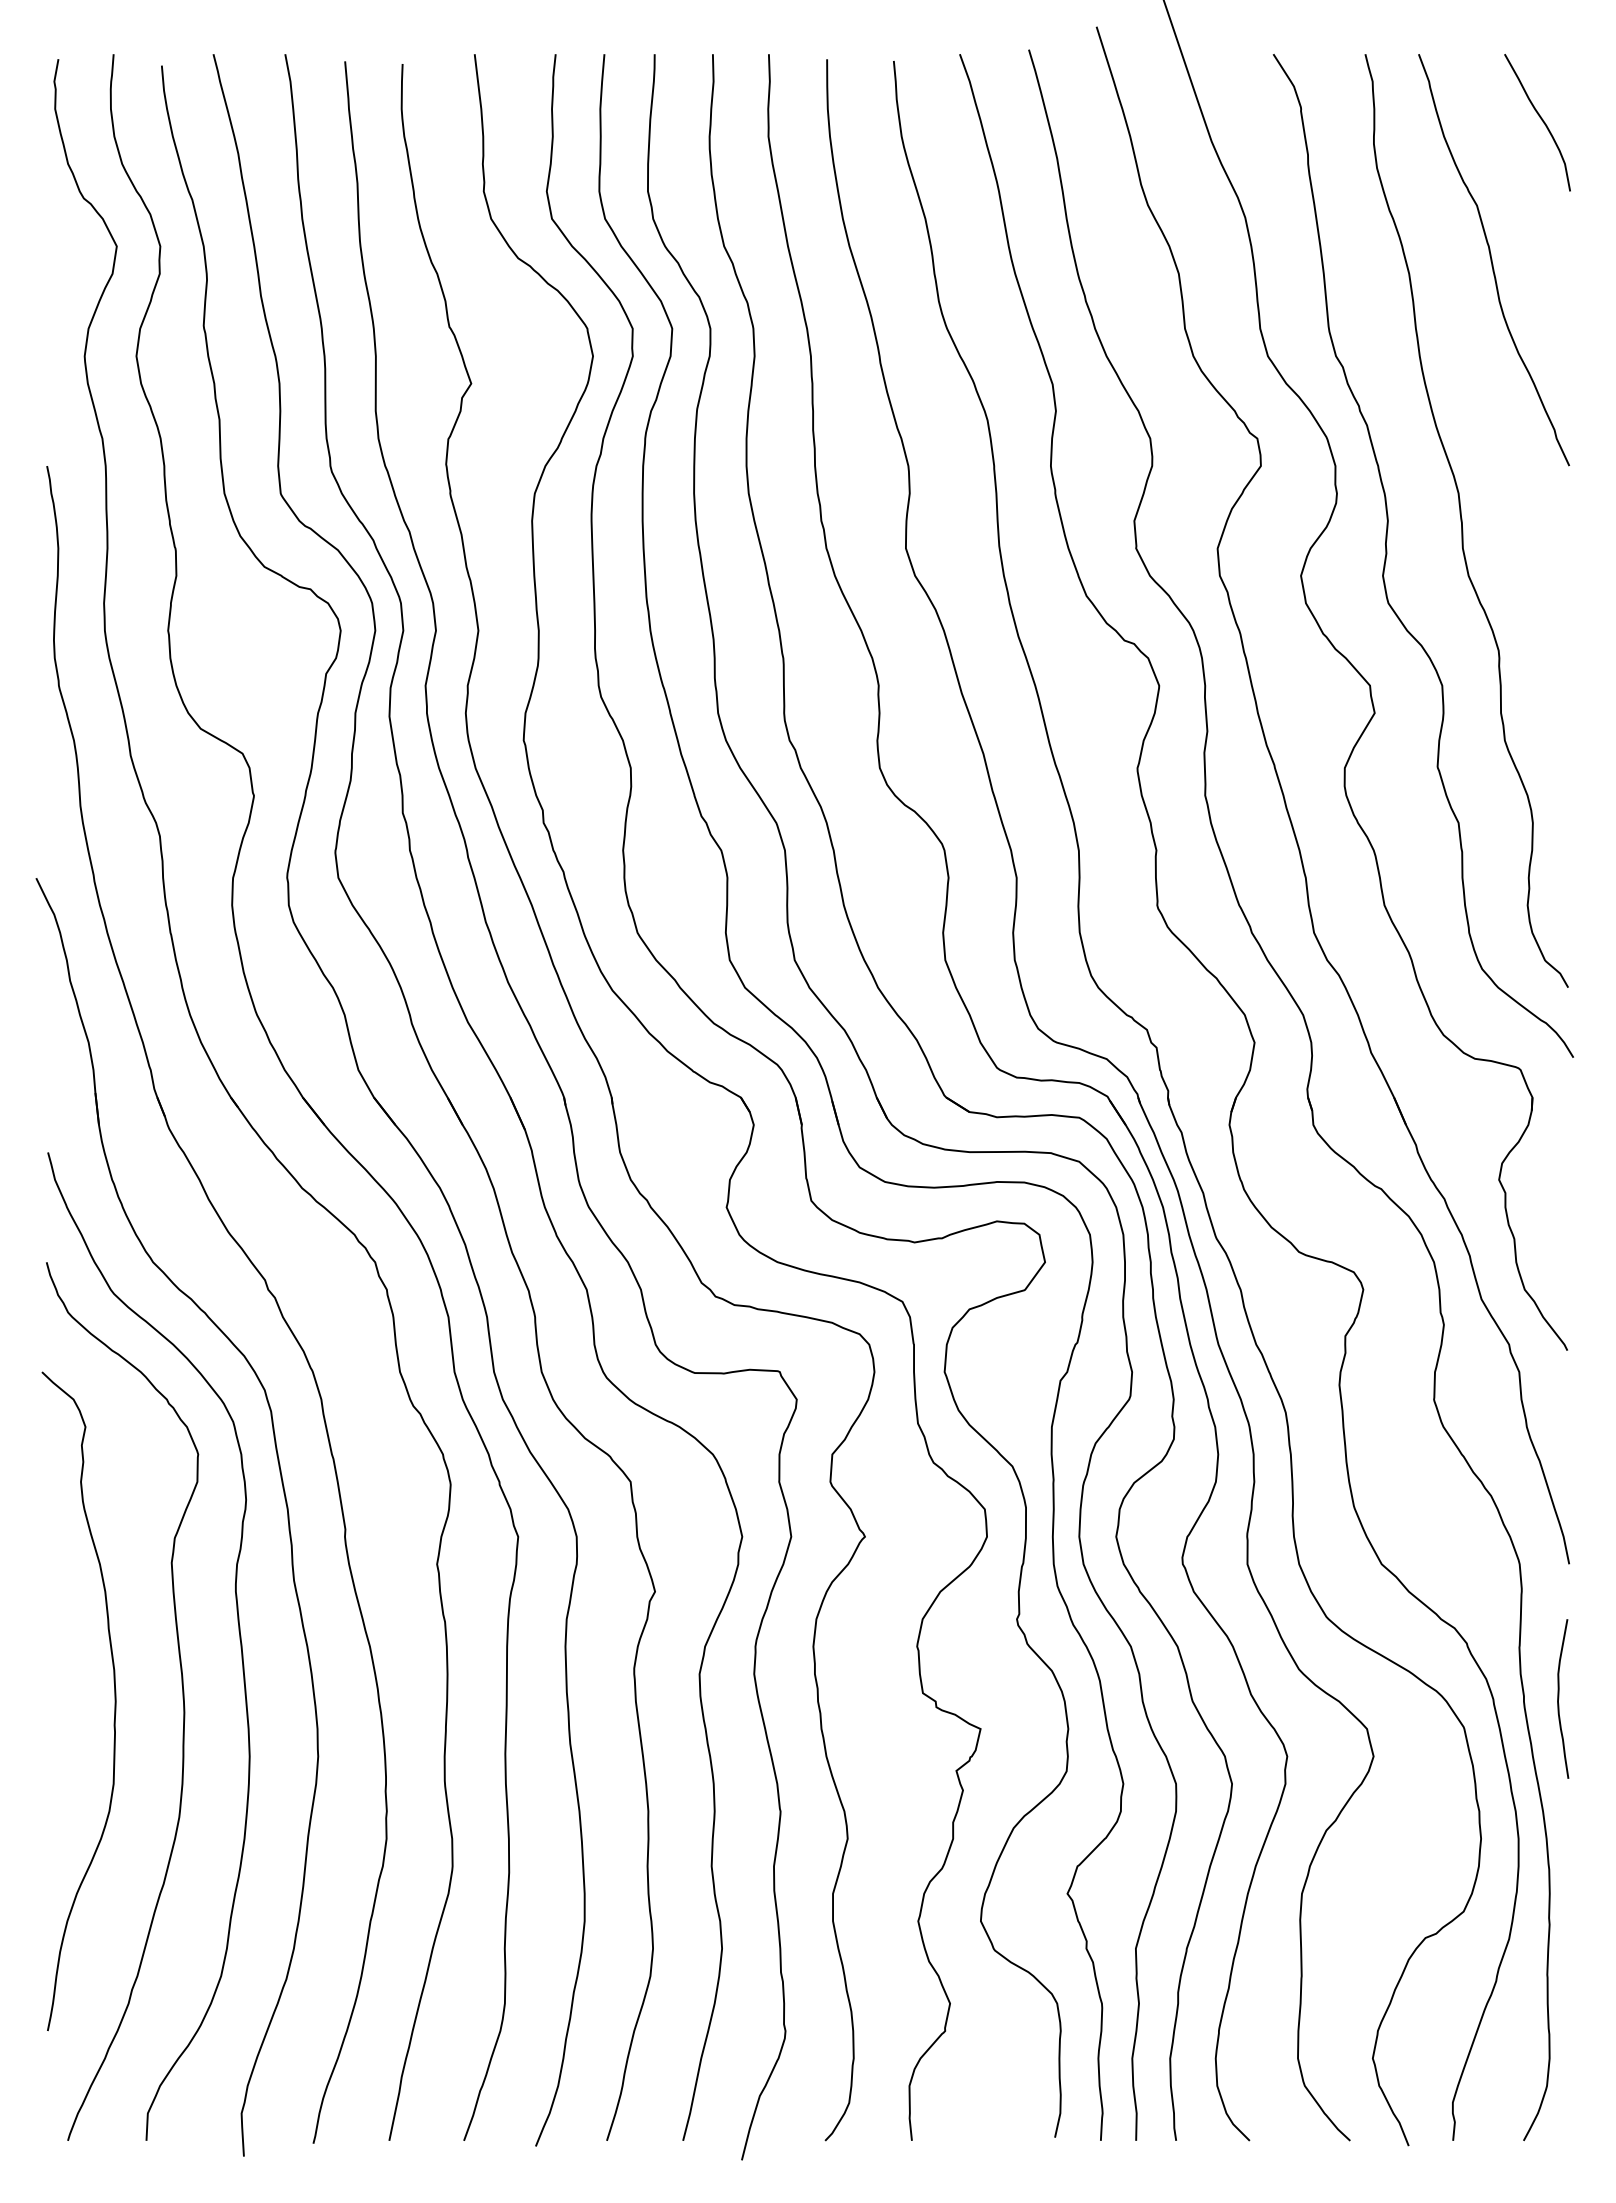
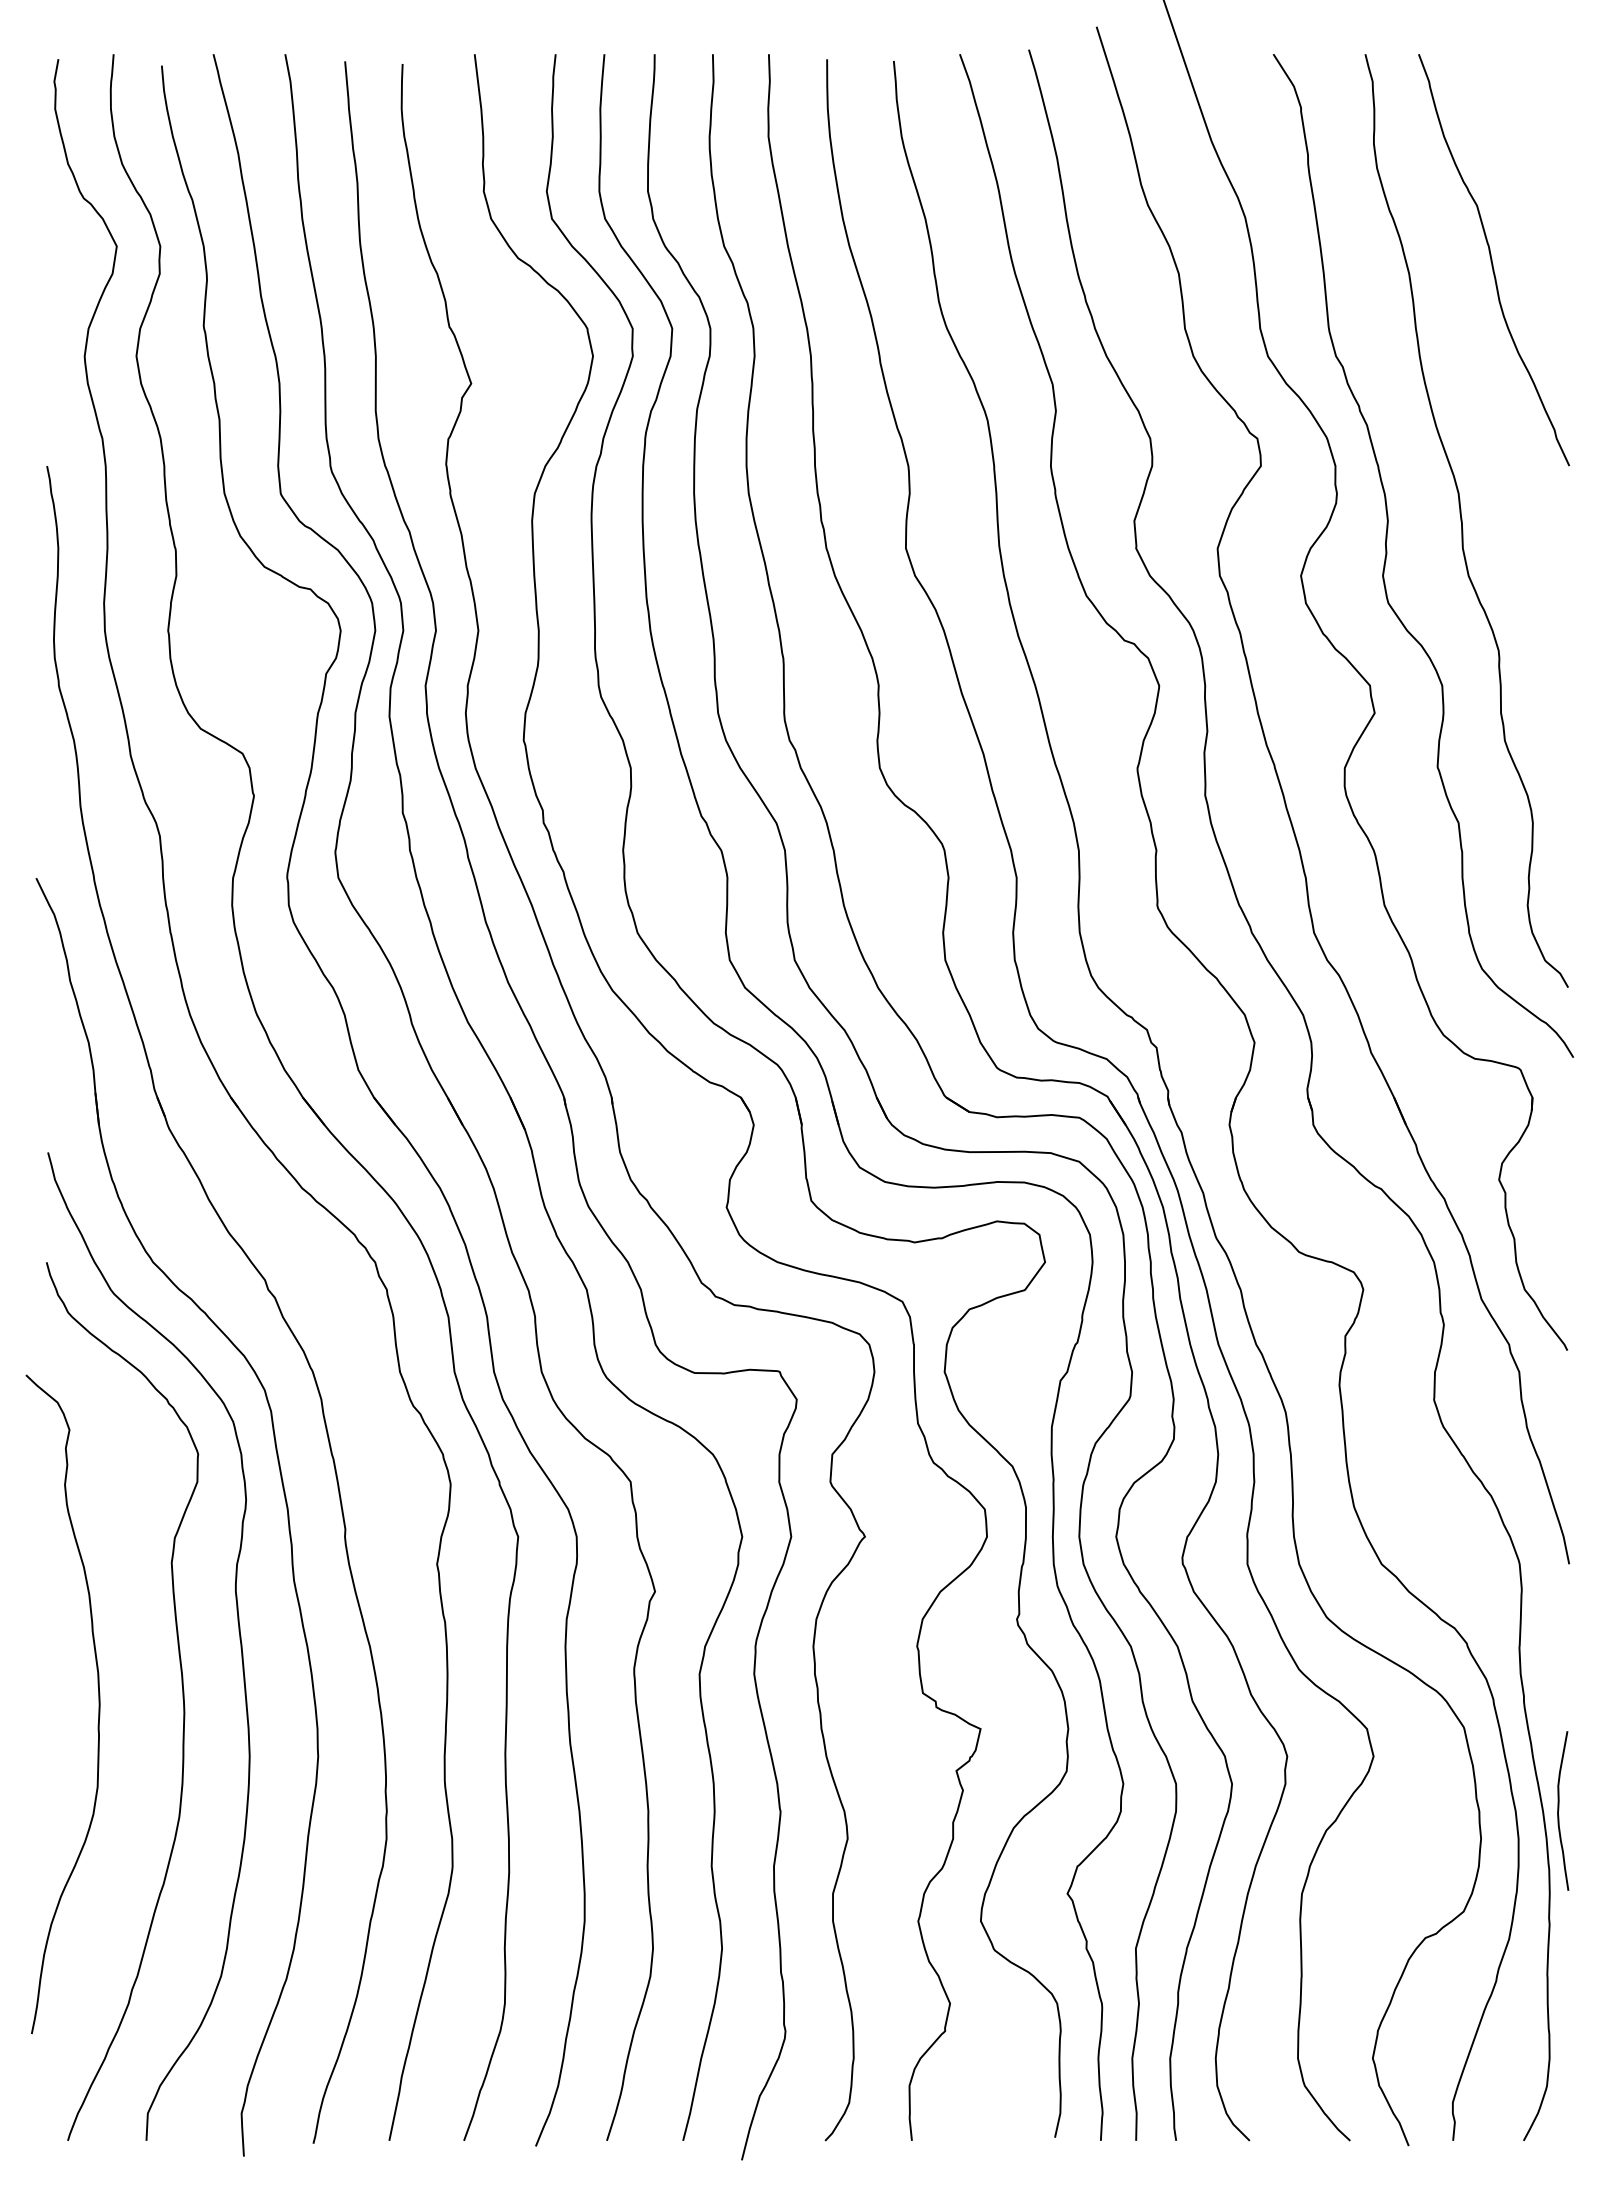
curve at (1541, 120): present -> none
curve at (1559, 1698) position: (1559, 1698) -> (1559, 1810)
curve at (114, 1701) position: (114, 1701) -> (98, 1704)
